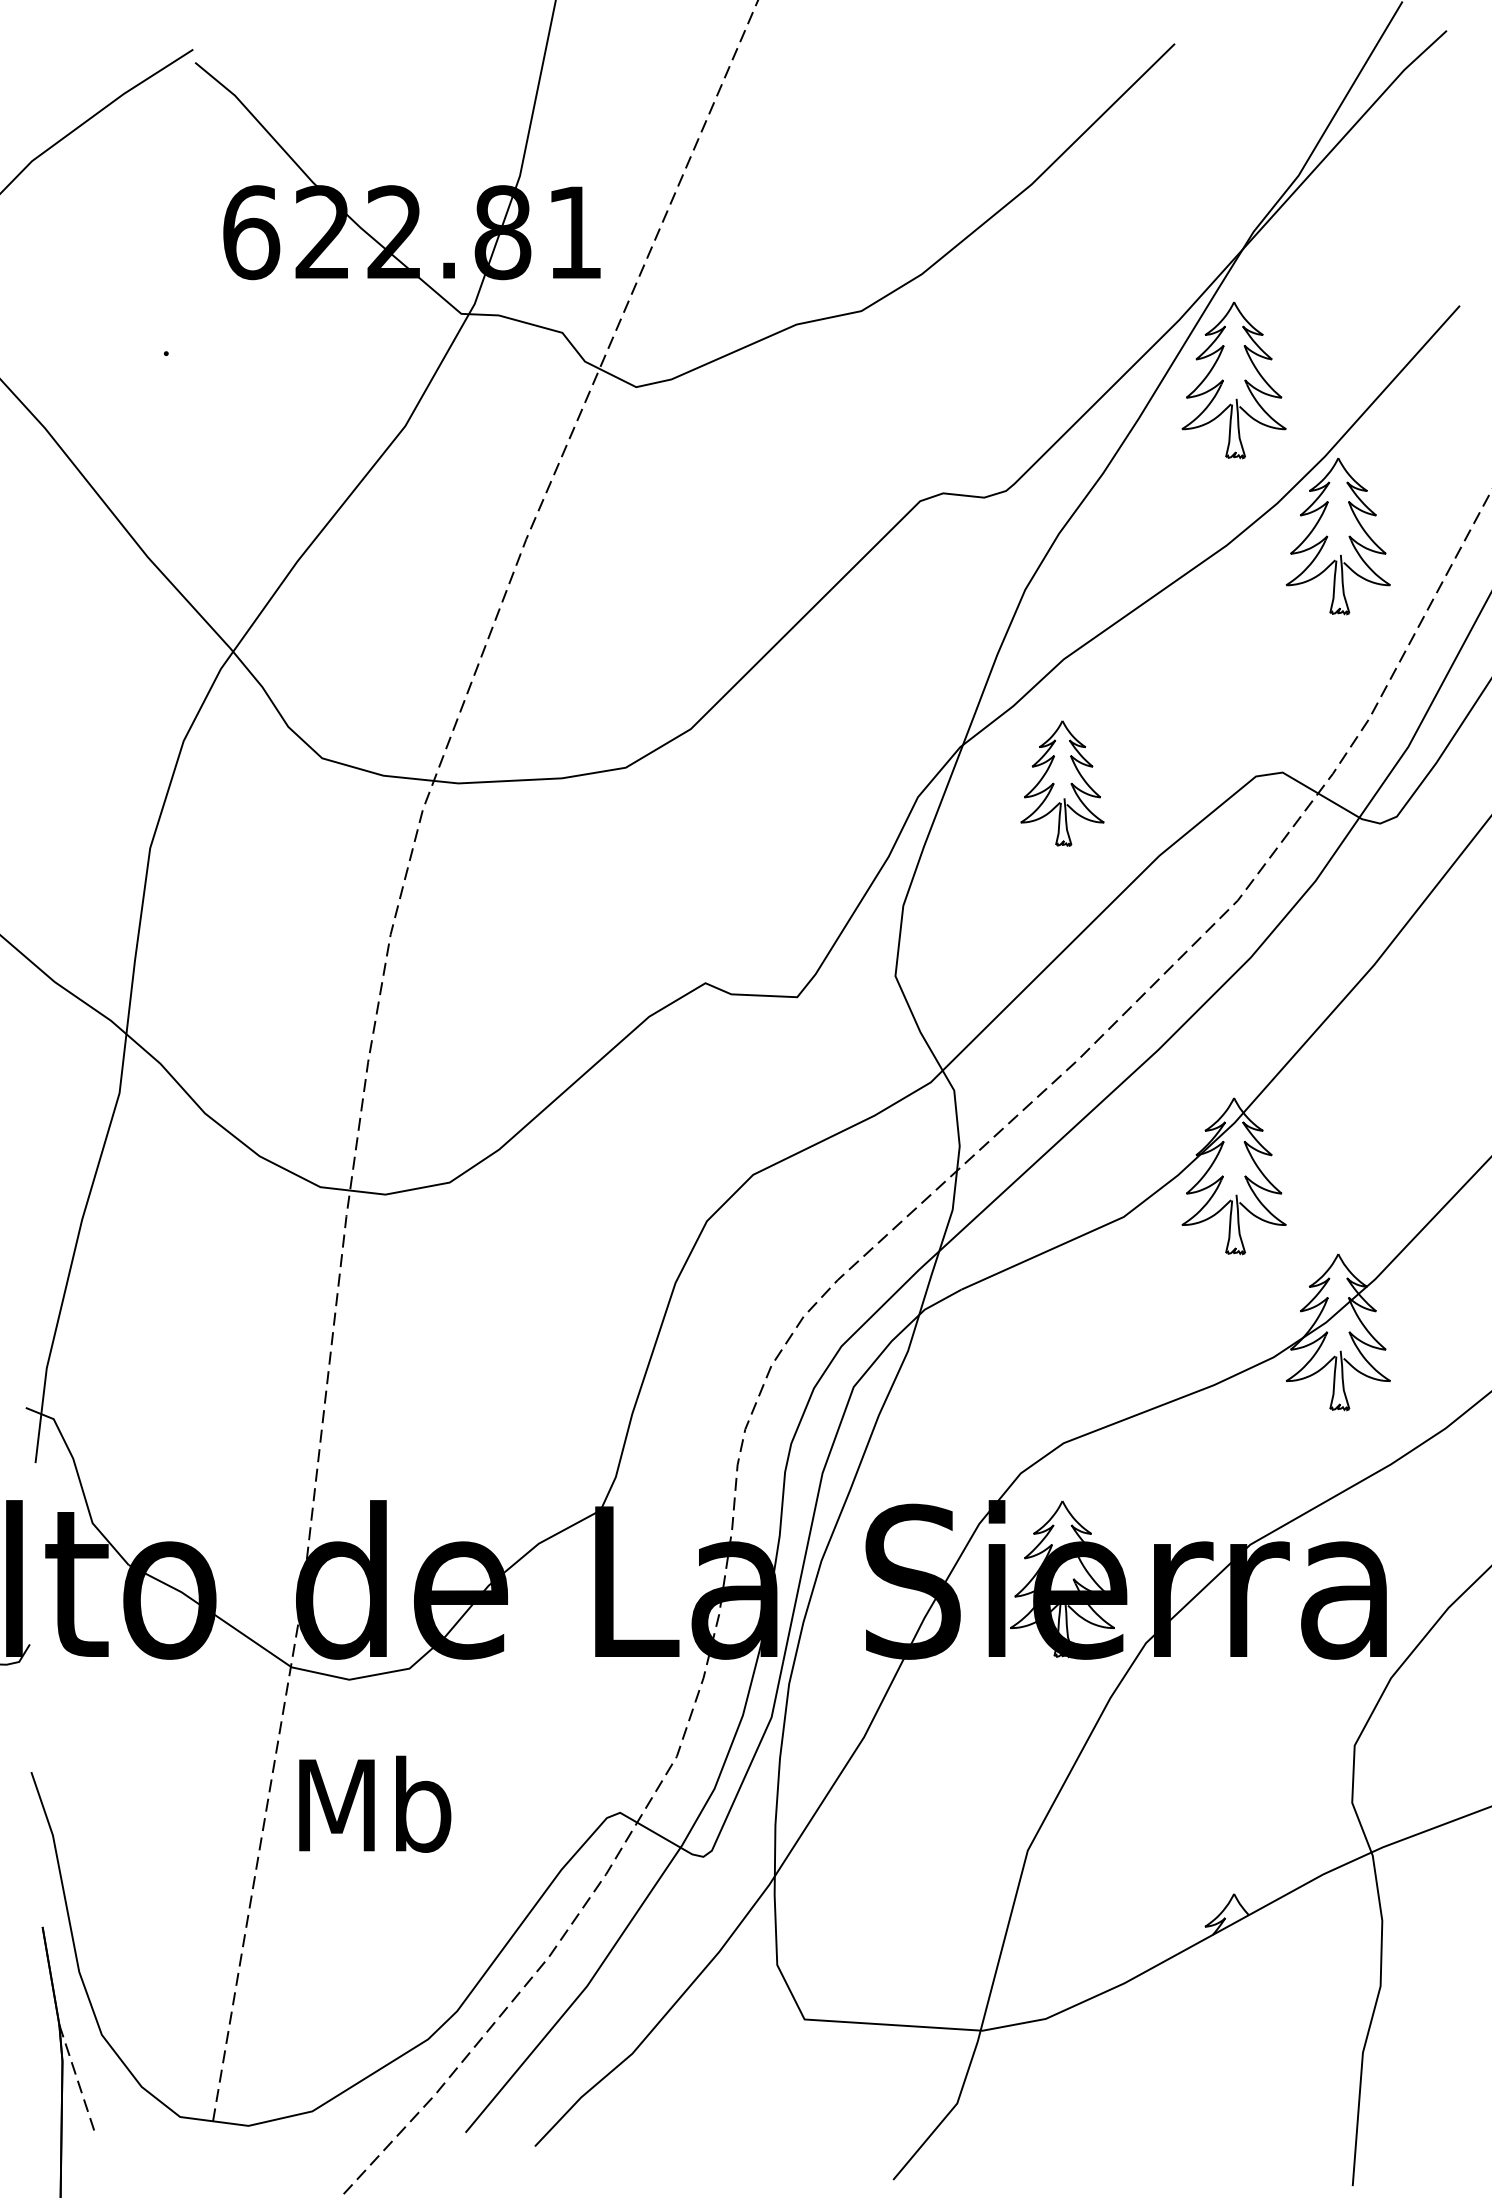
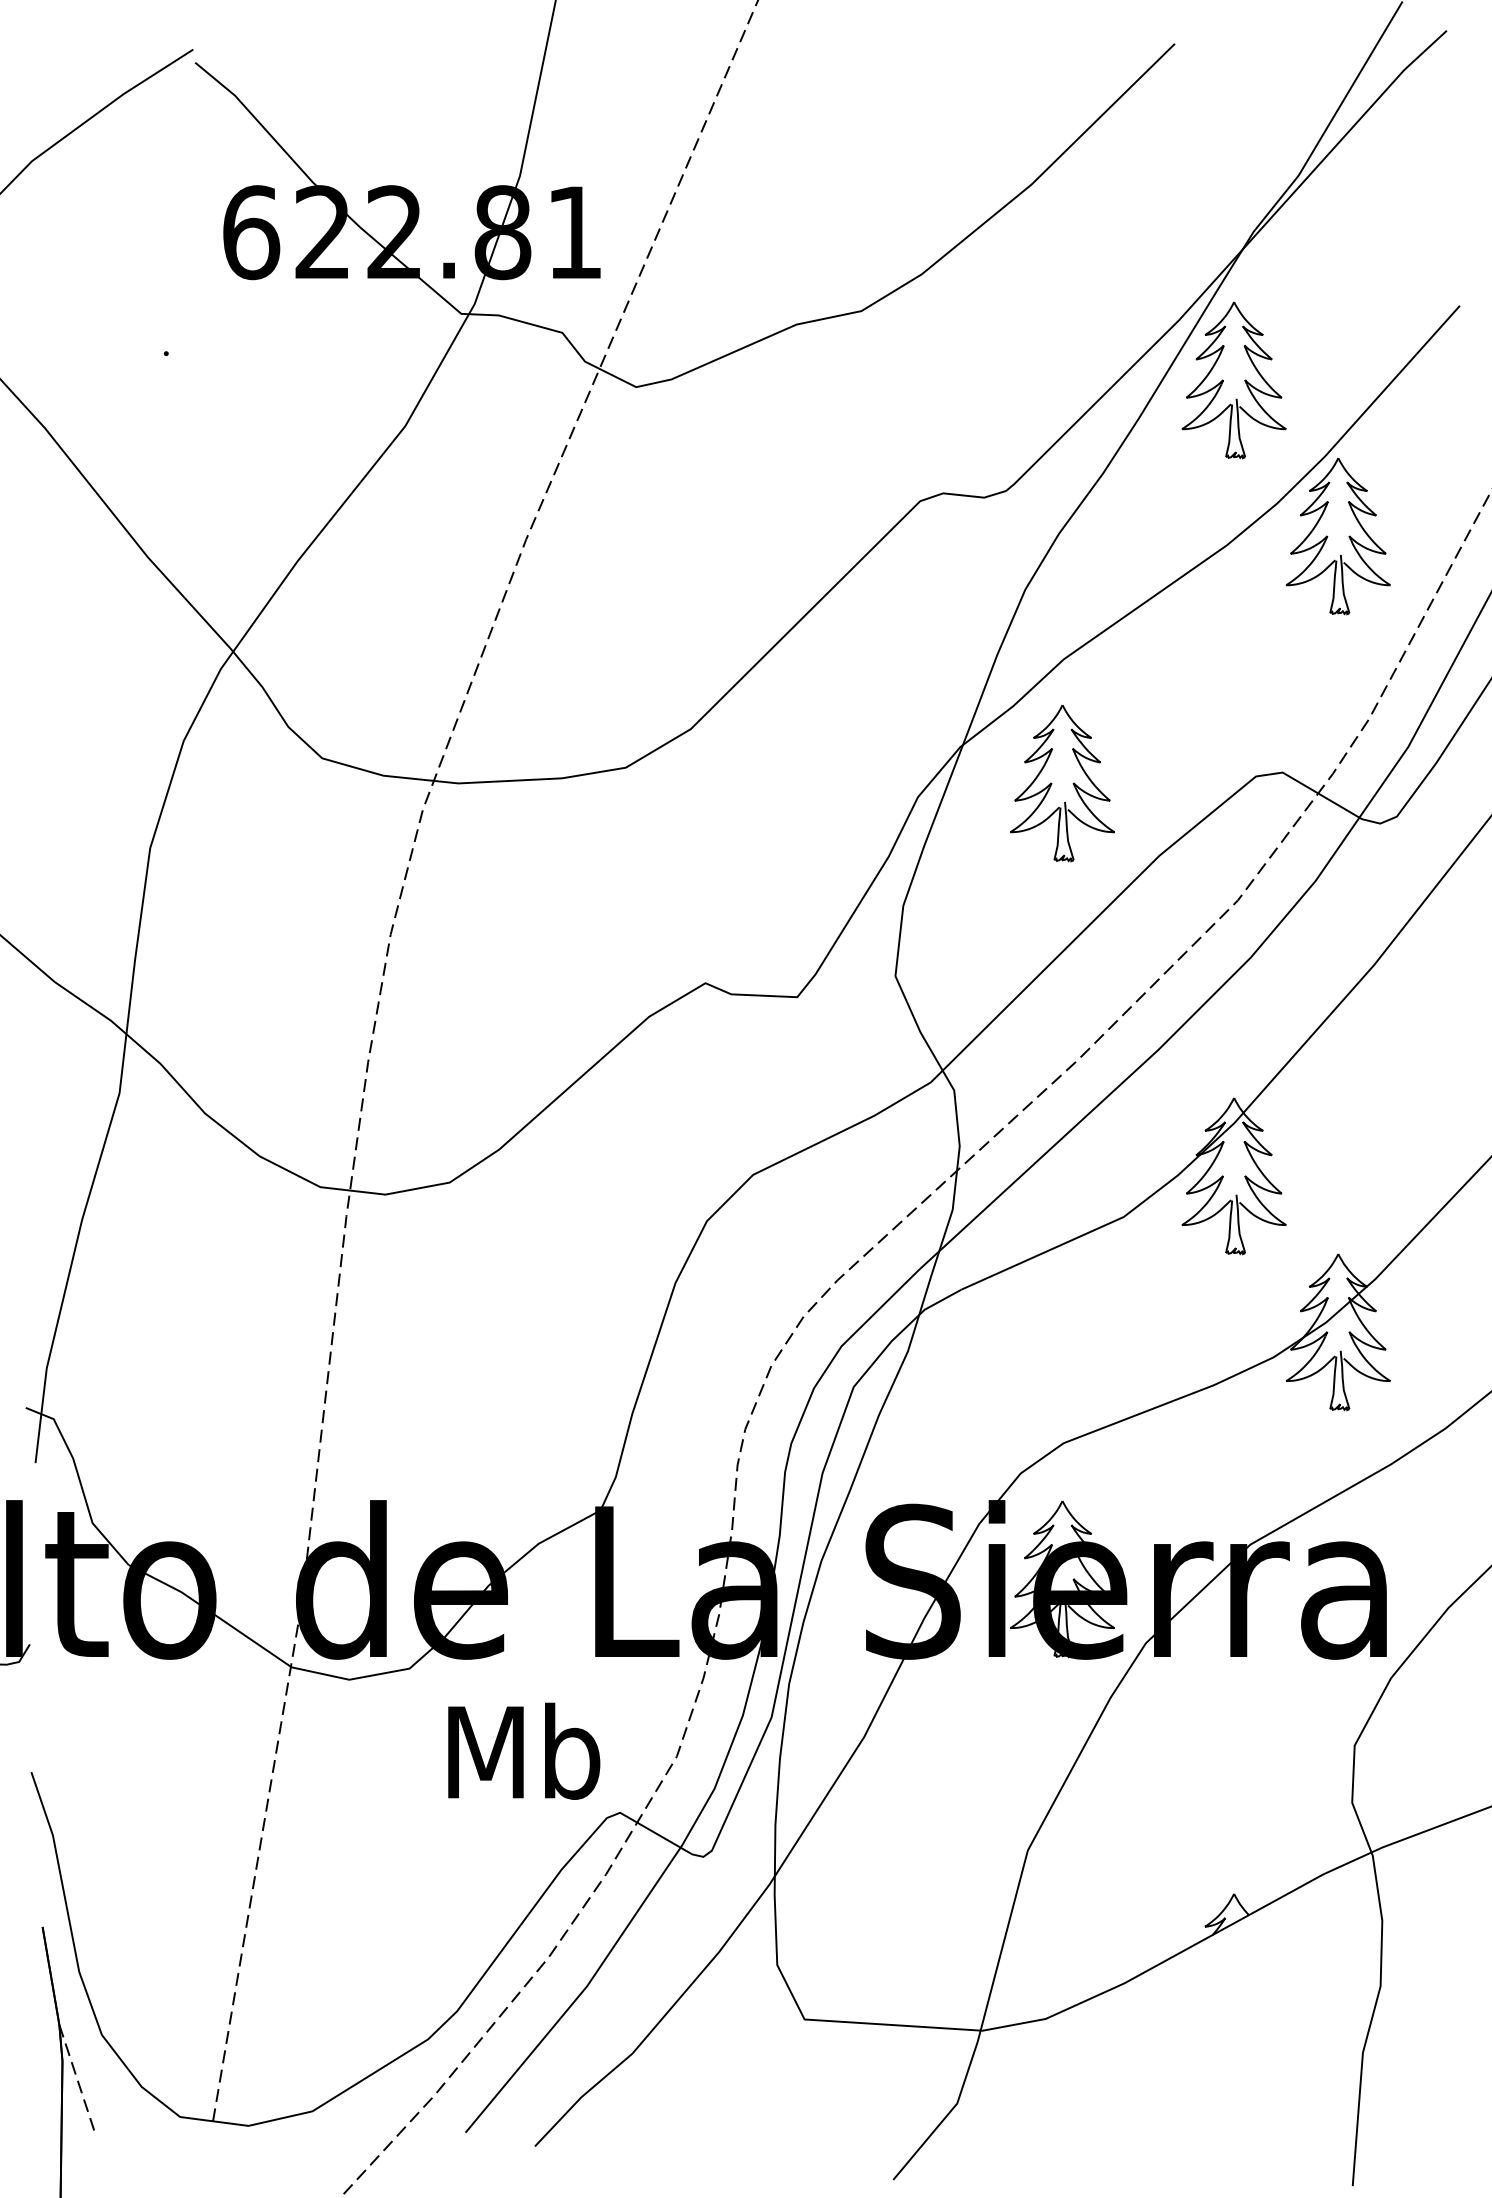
part at (1062, 783) size: 85x127 px -> 105x158 px
text at (375, 1803) position: (375, 1803) -> (524, 1750)
